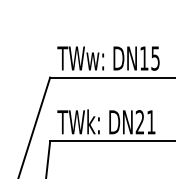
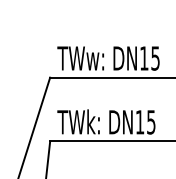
text at (145, 122): DN21 -> DN15
